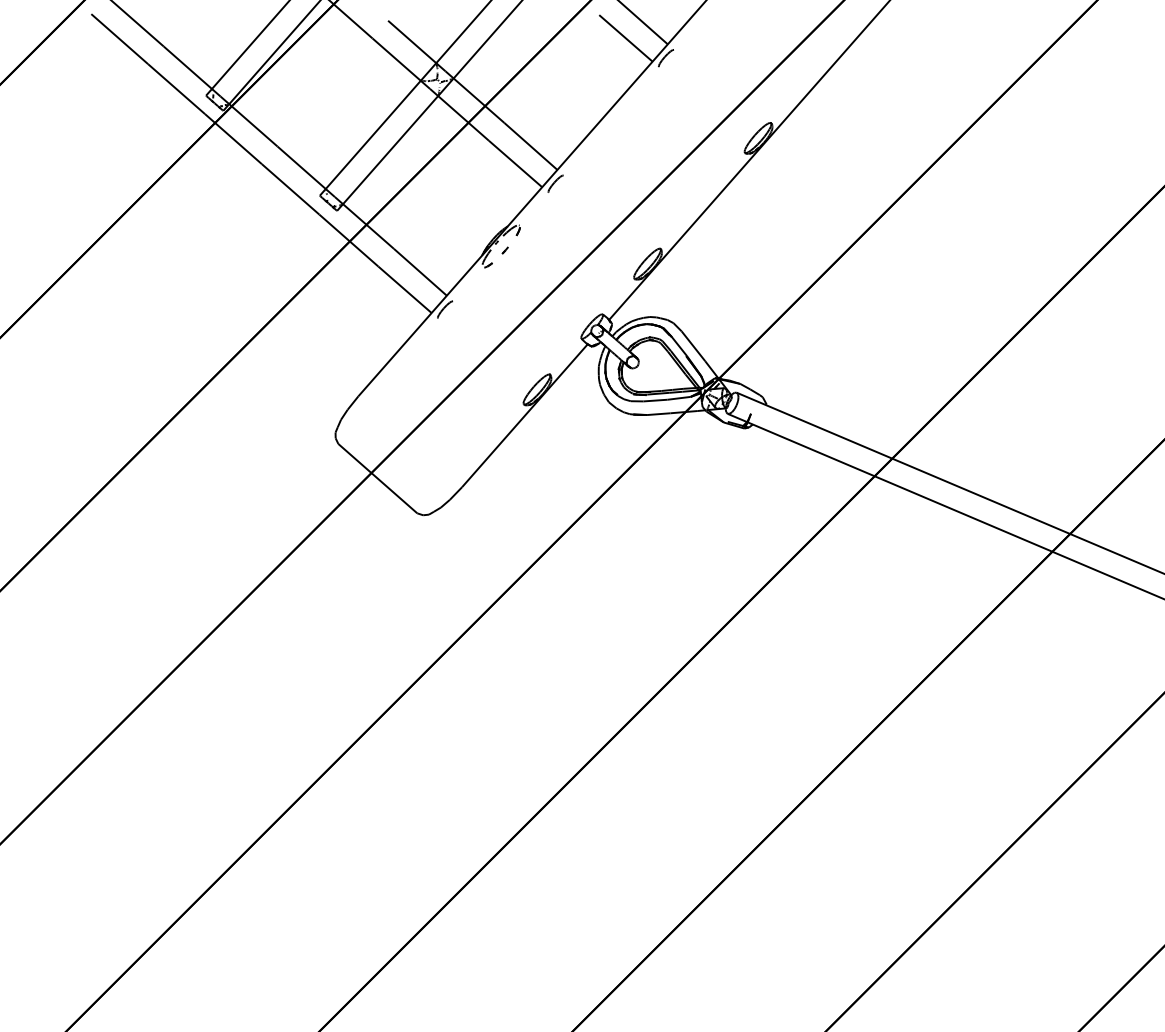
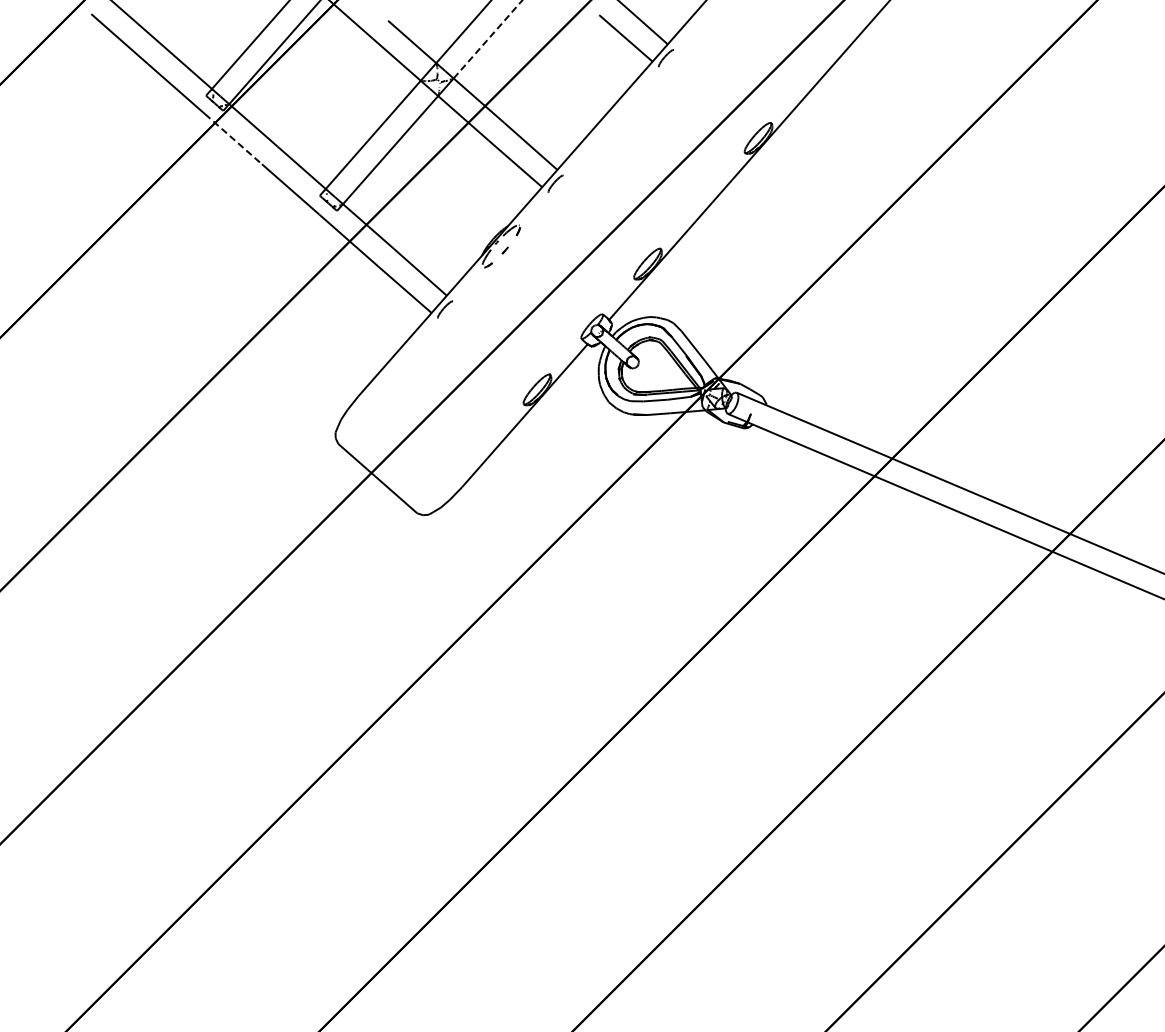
line at (487, 39): solid -> dashed
line at (233, 139): solid -> dashed
